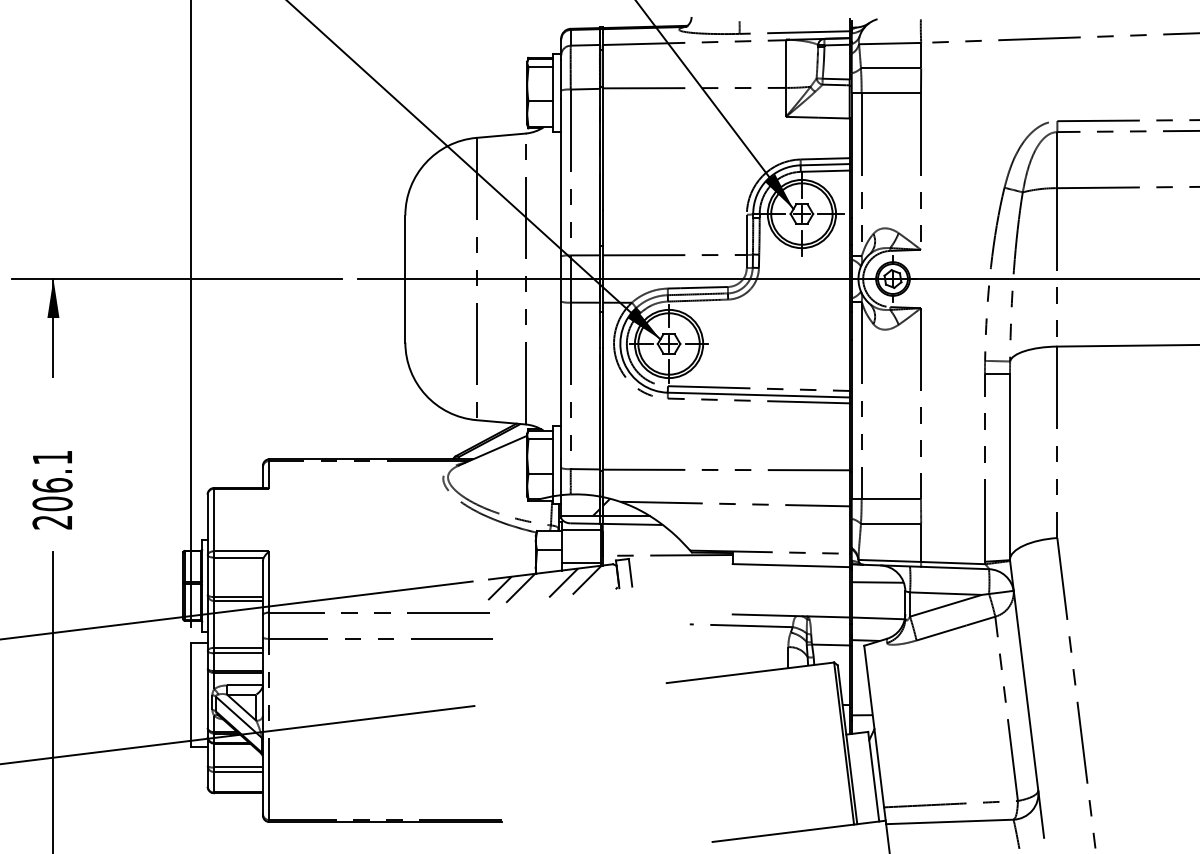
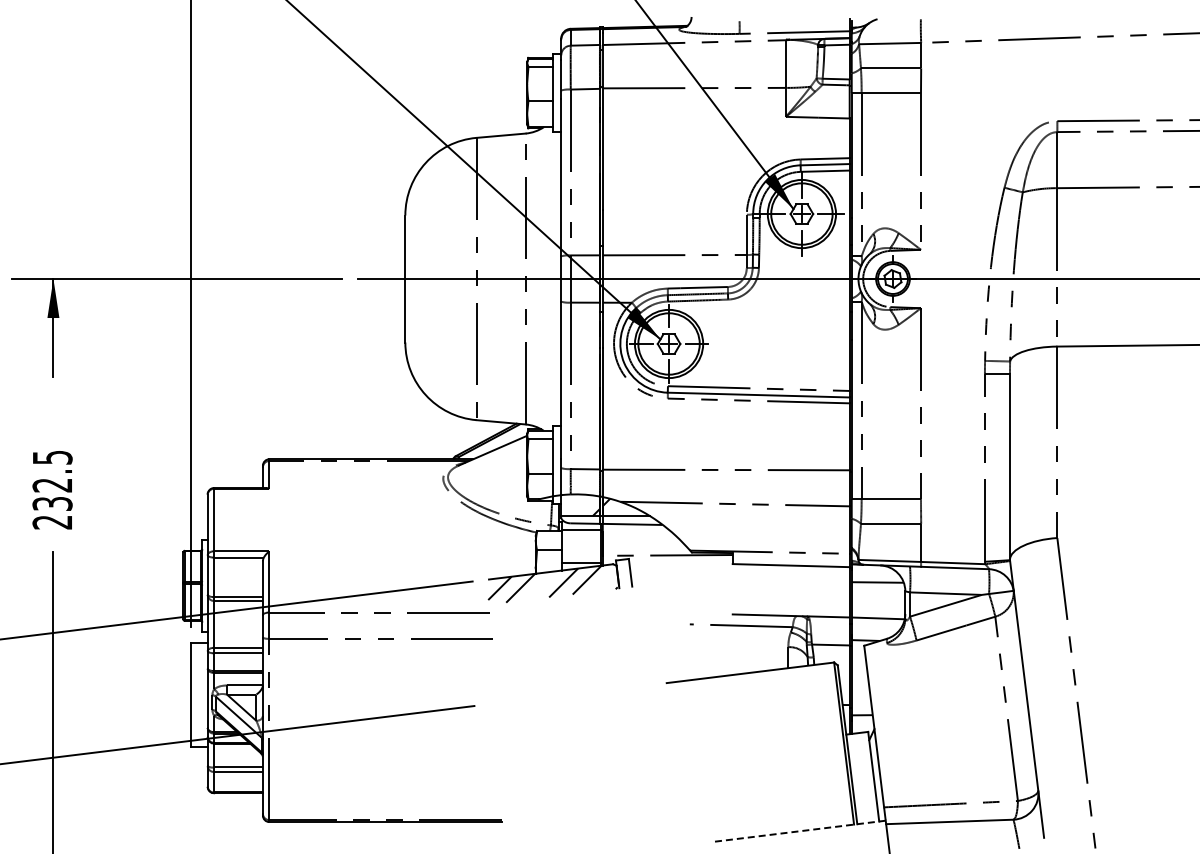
text at (52, 481): 206.1 -> 232.5
line at (798, 831): solid -> dashed
